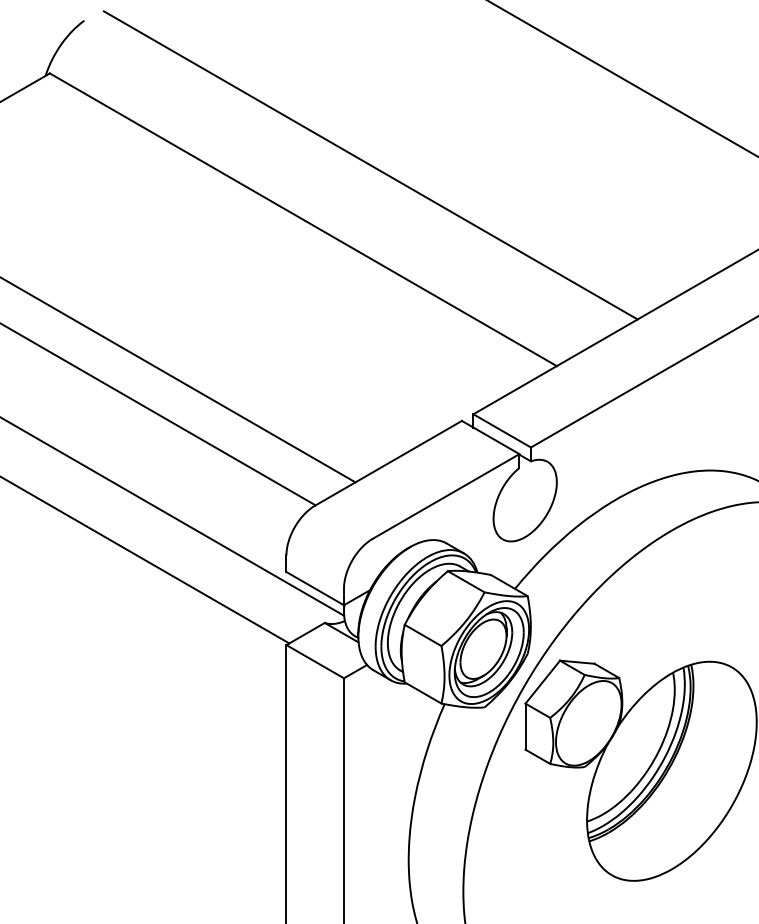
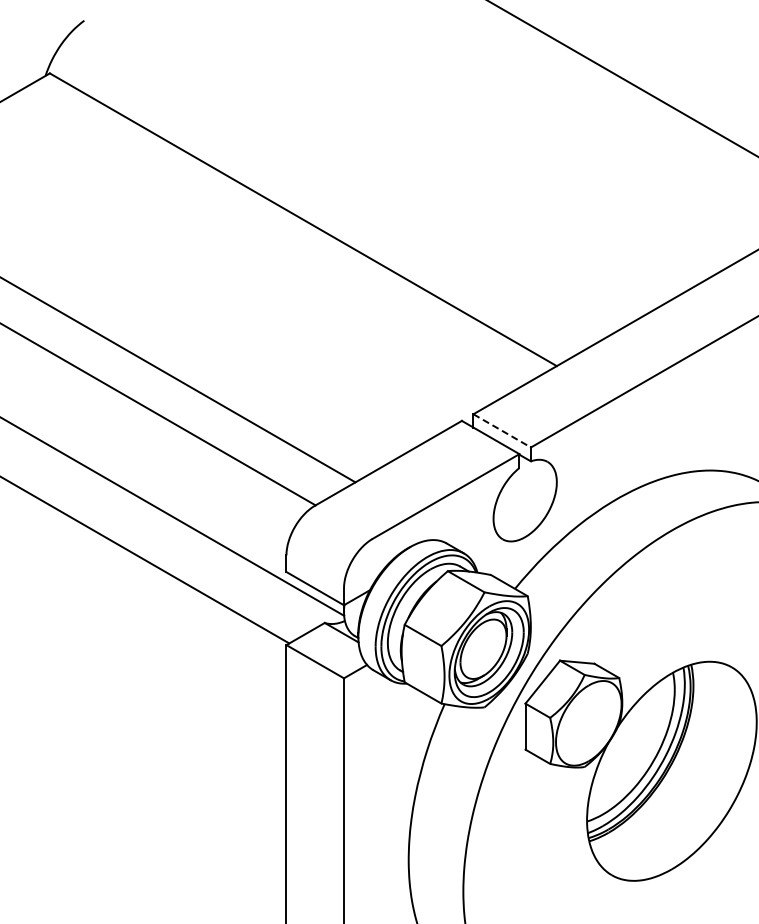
line at (370, 165): present -> none
line at (502, 431): solid -> dashed
